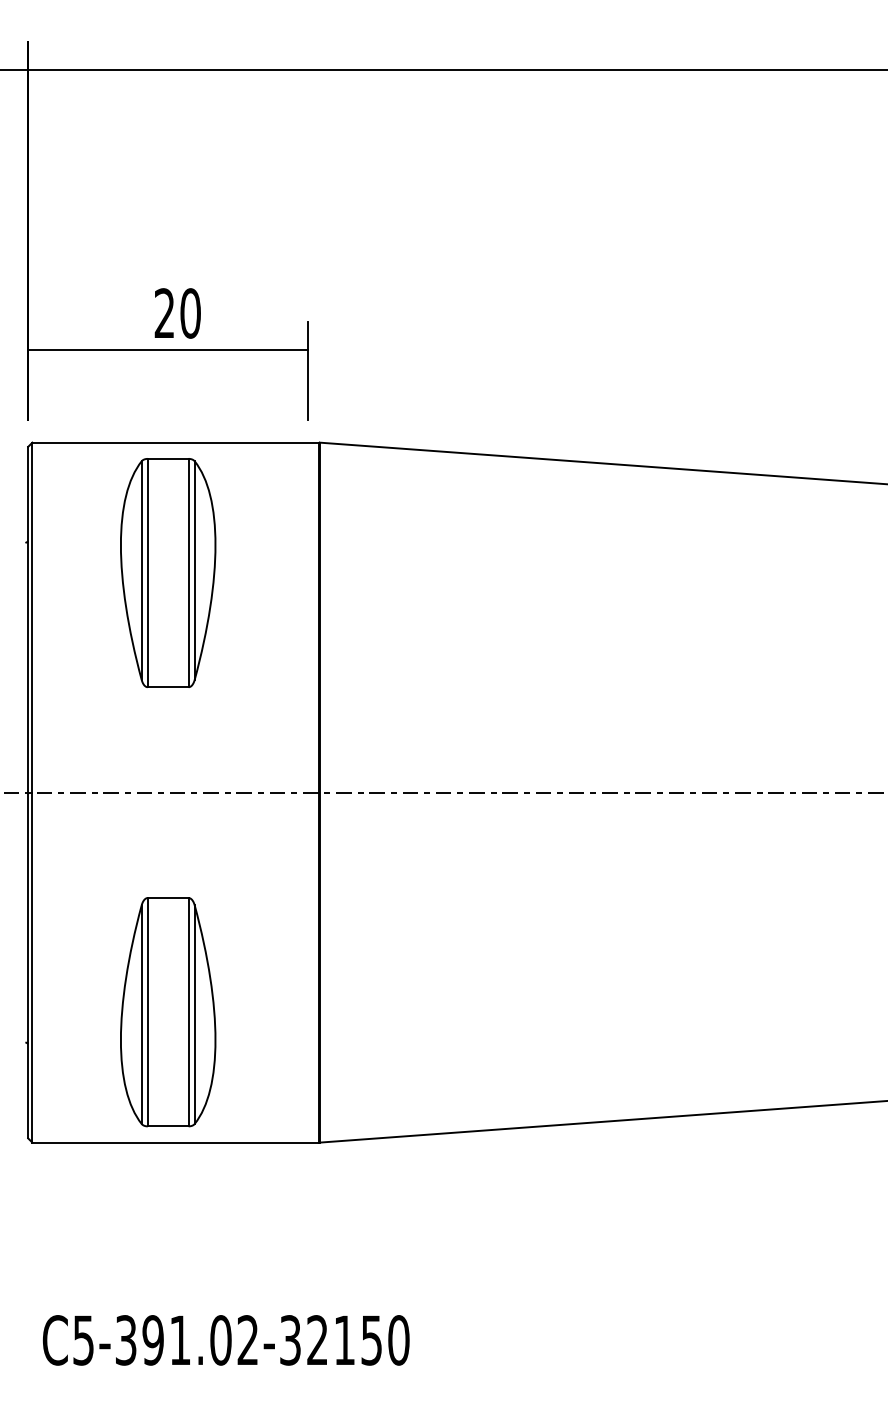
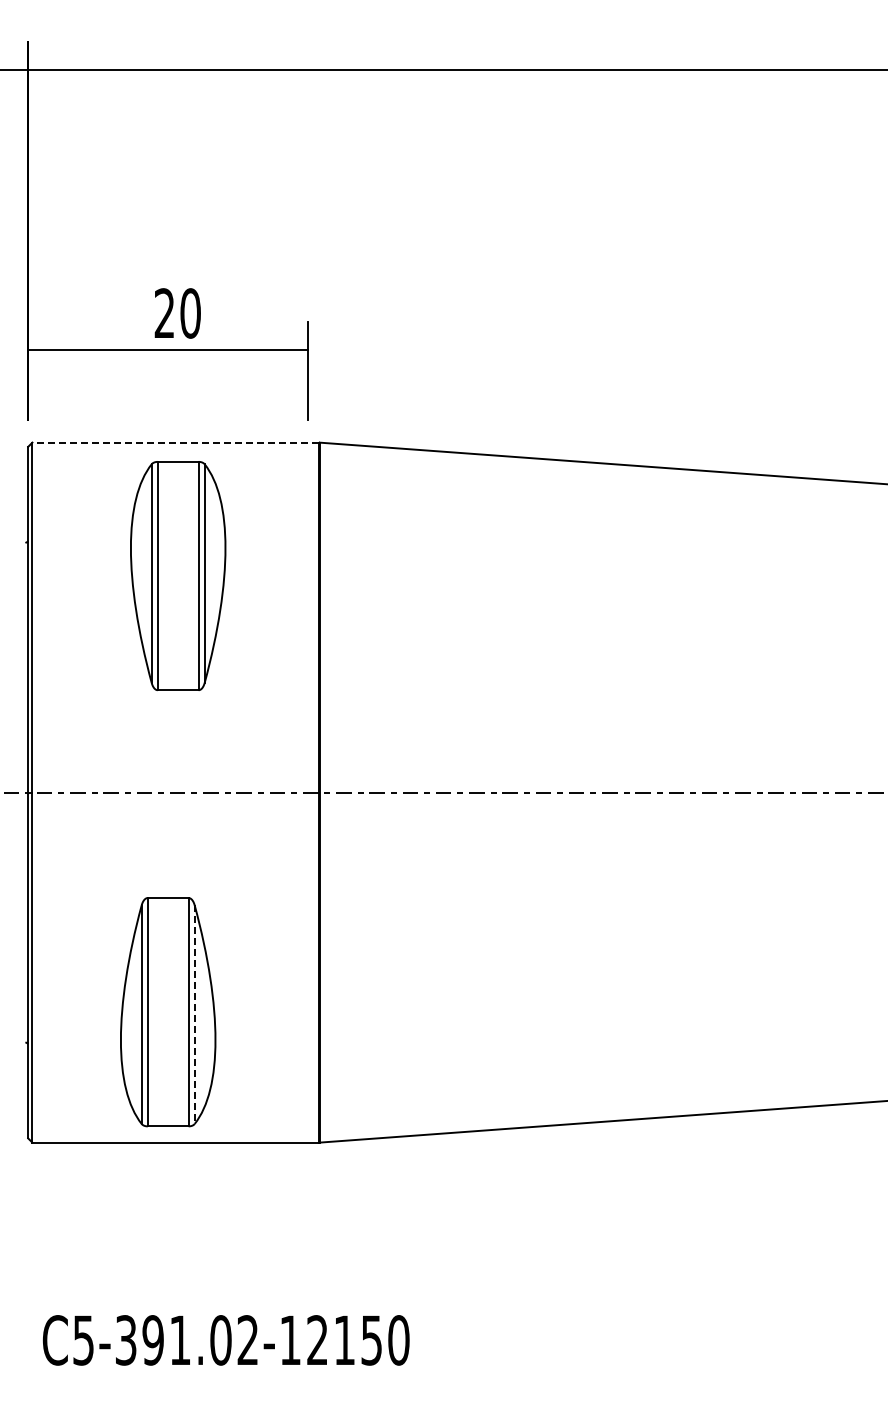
line at (175, 442): solid -> dashed
part at (168, 572) position: (168, 572) -> (178, 575)
line at (194, 1015): solid -> dashed
text at (290, 1340): C5-391.02-32150 -> C5-391.02-12150
